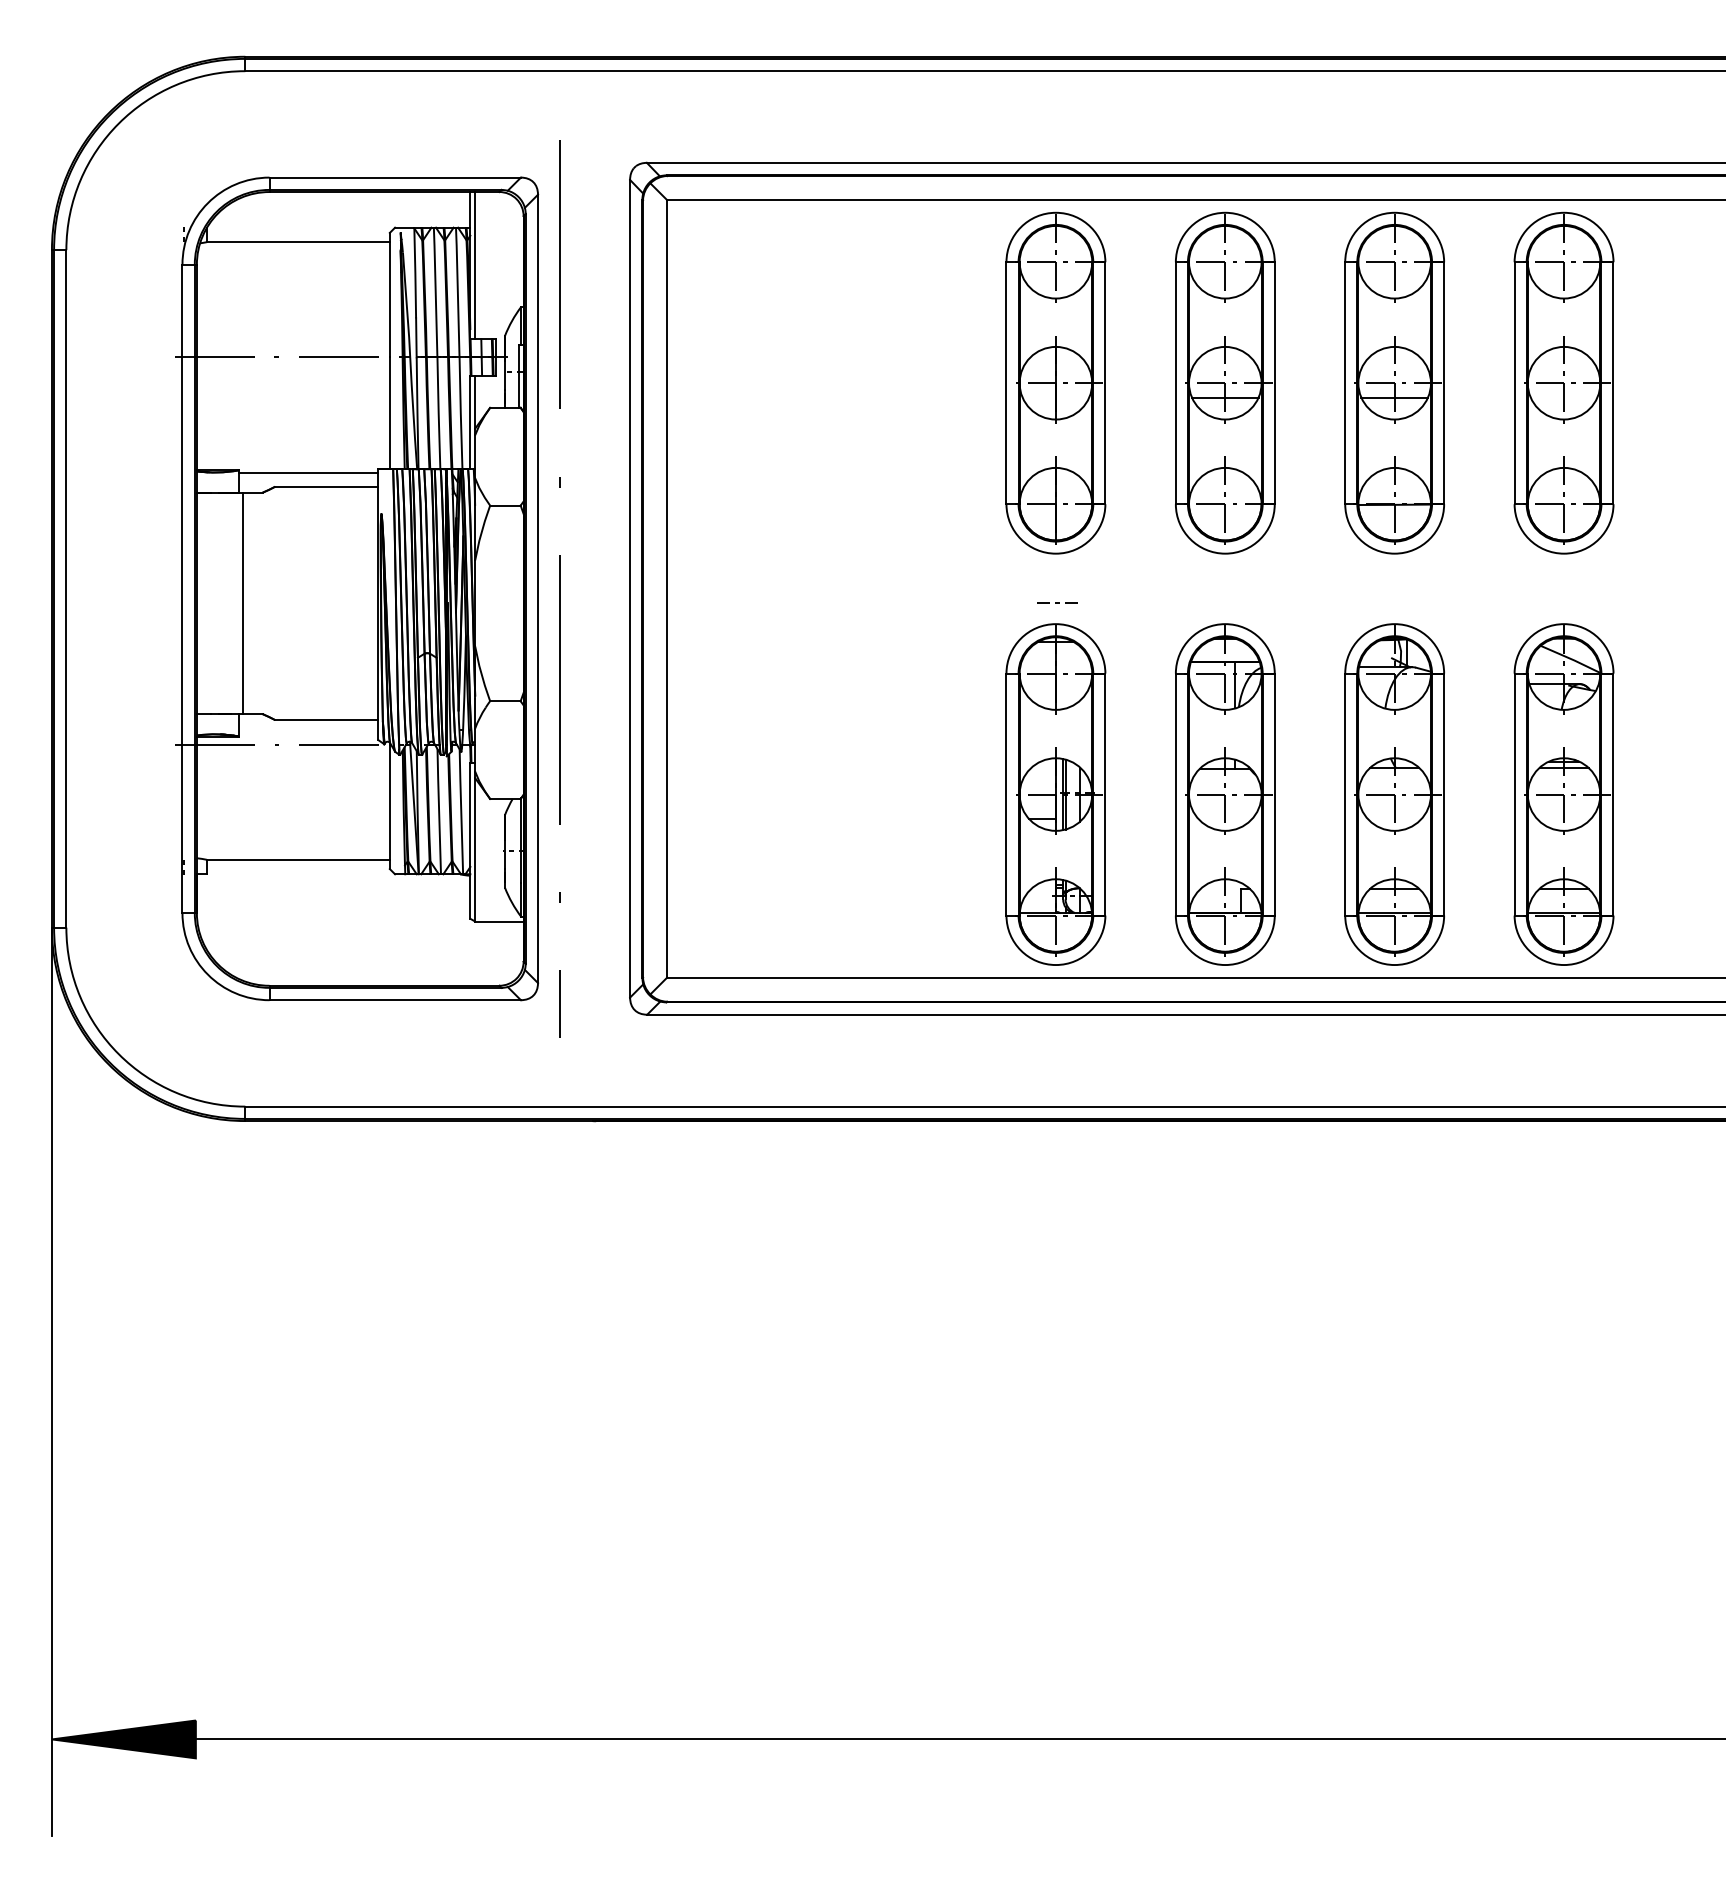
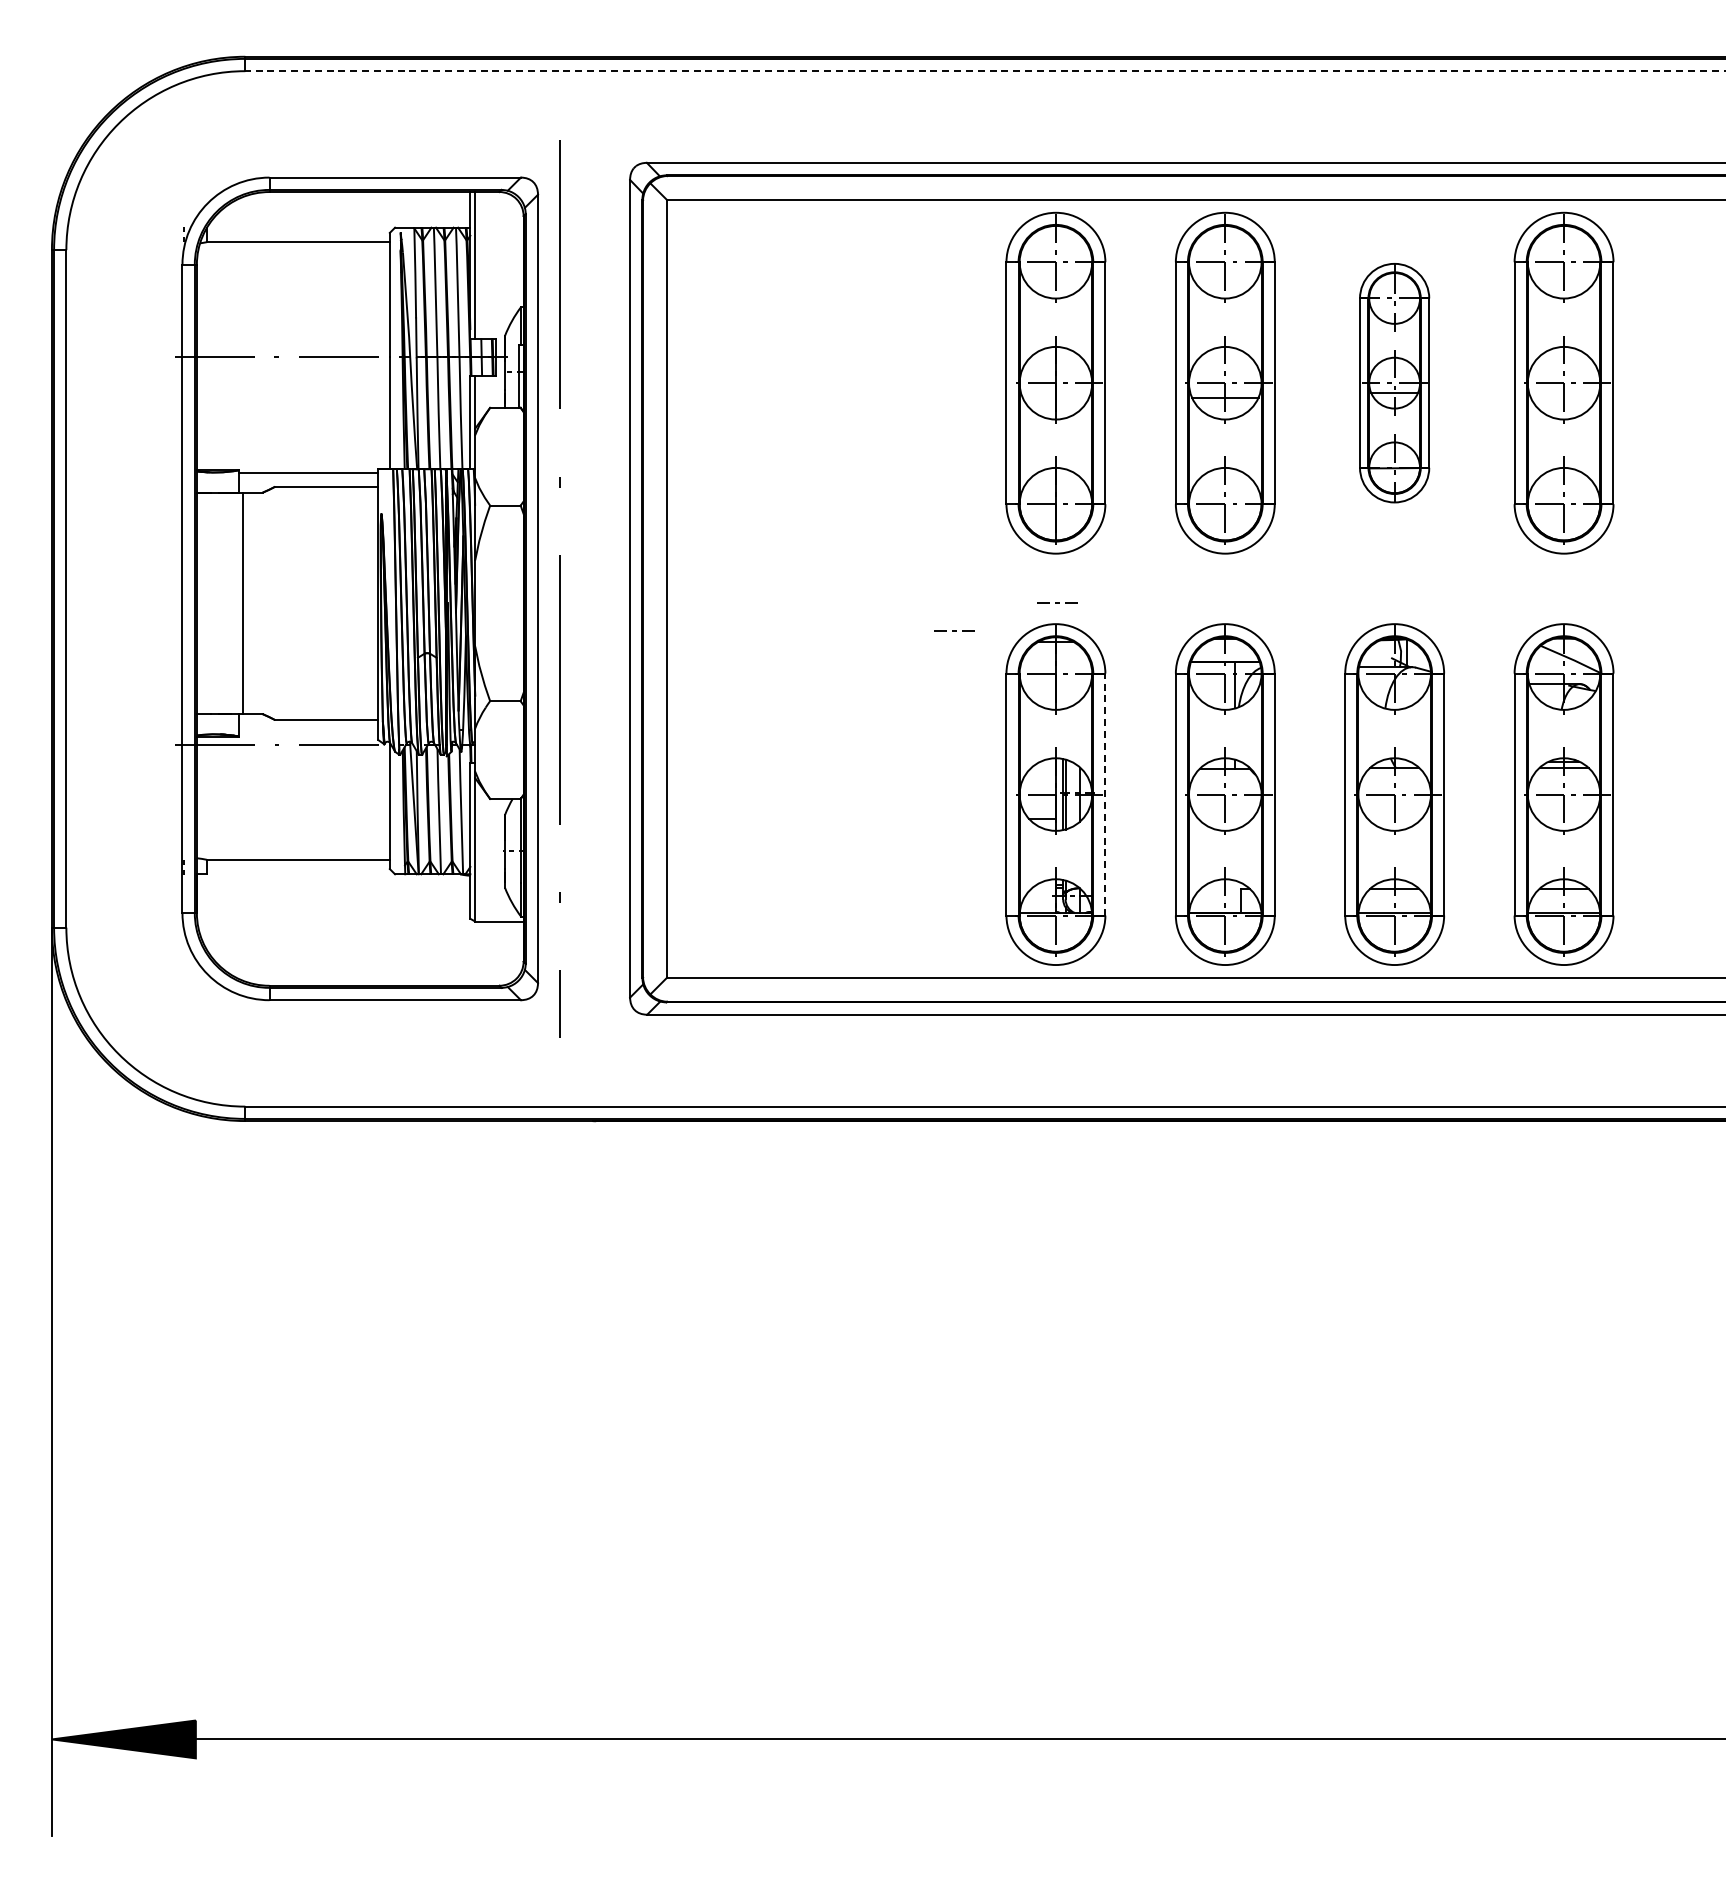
line at (985, 71): solid -> dashed
part at (1394, 382) size: 101x344 px -> 72x241 px
line at (954, 630): none -> present
line at (1105, 794): solid -> dashed
